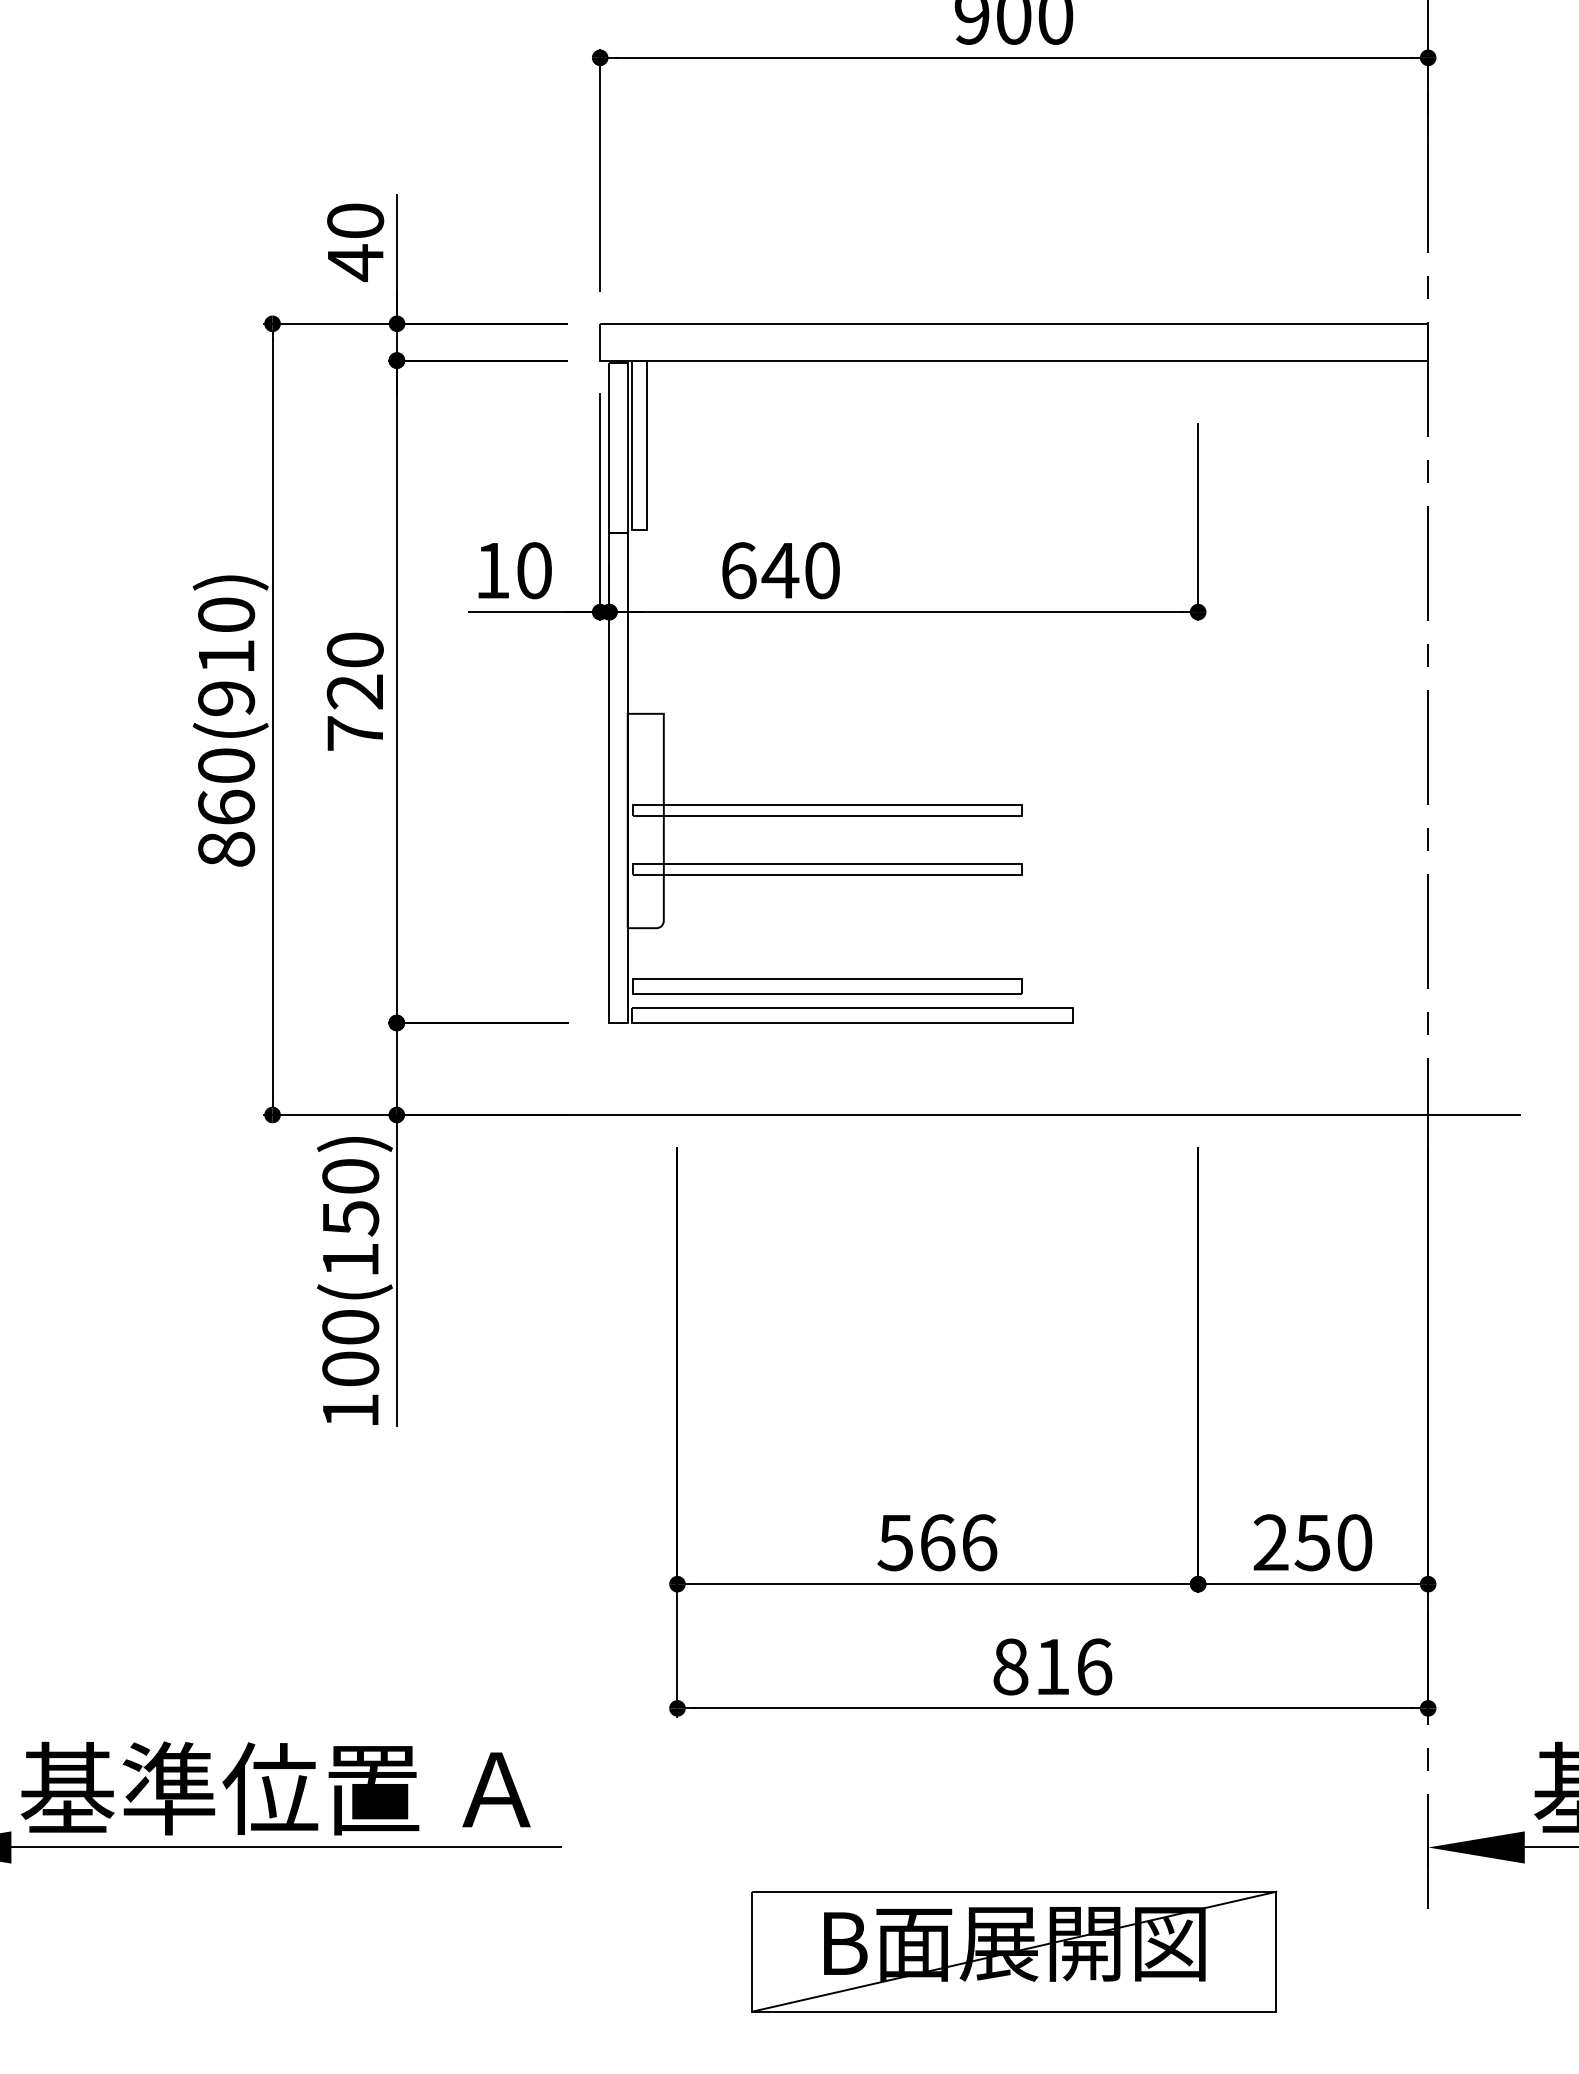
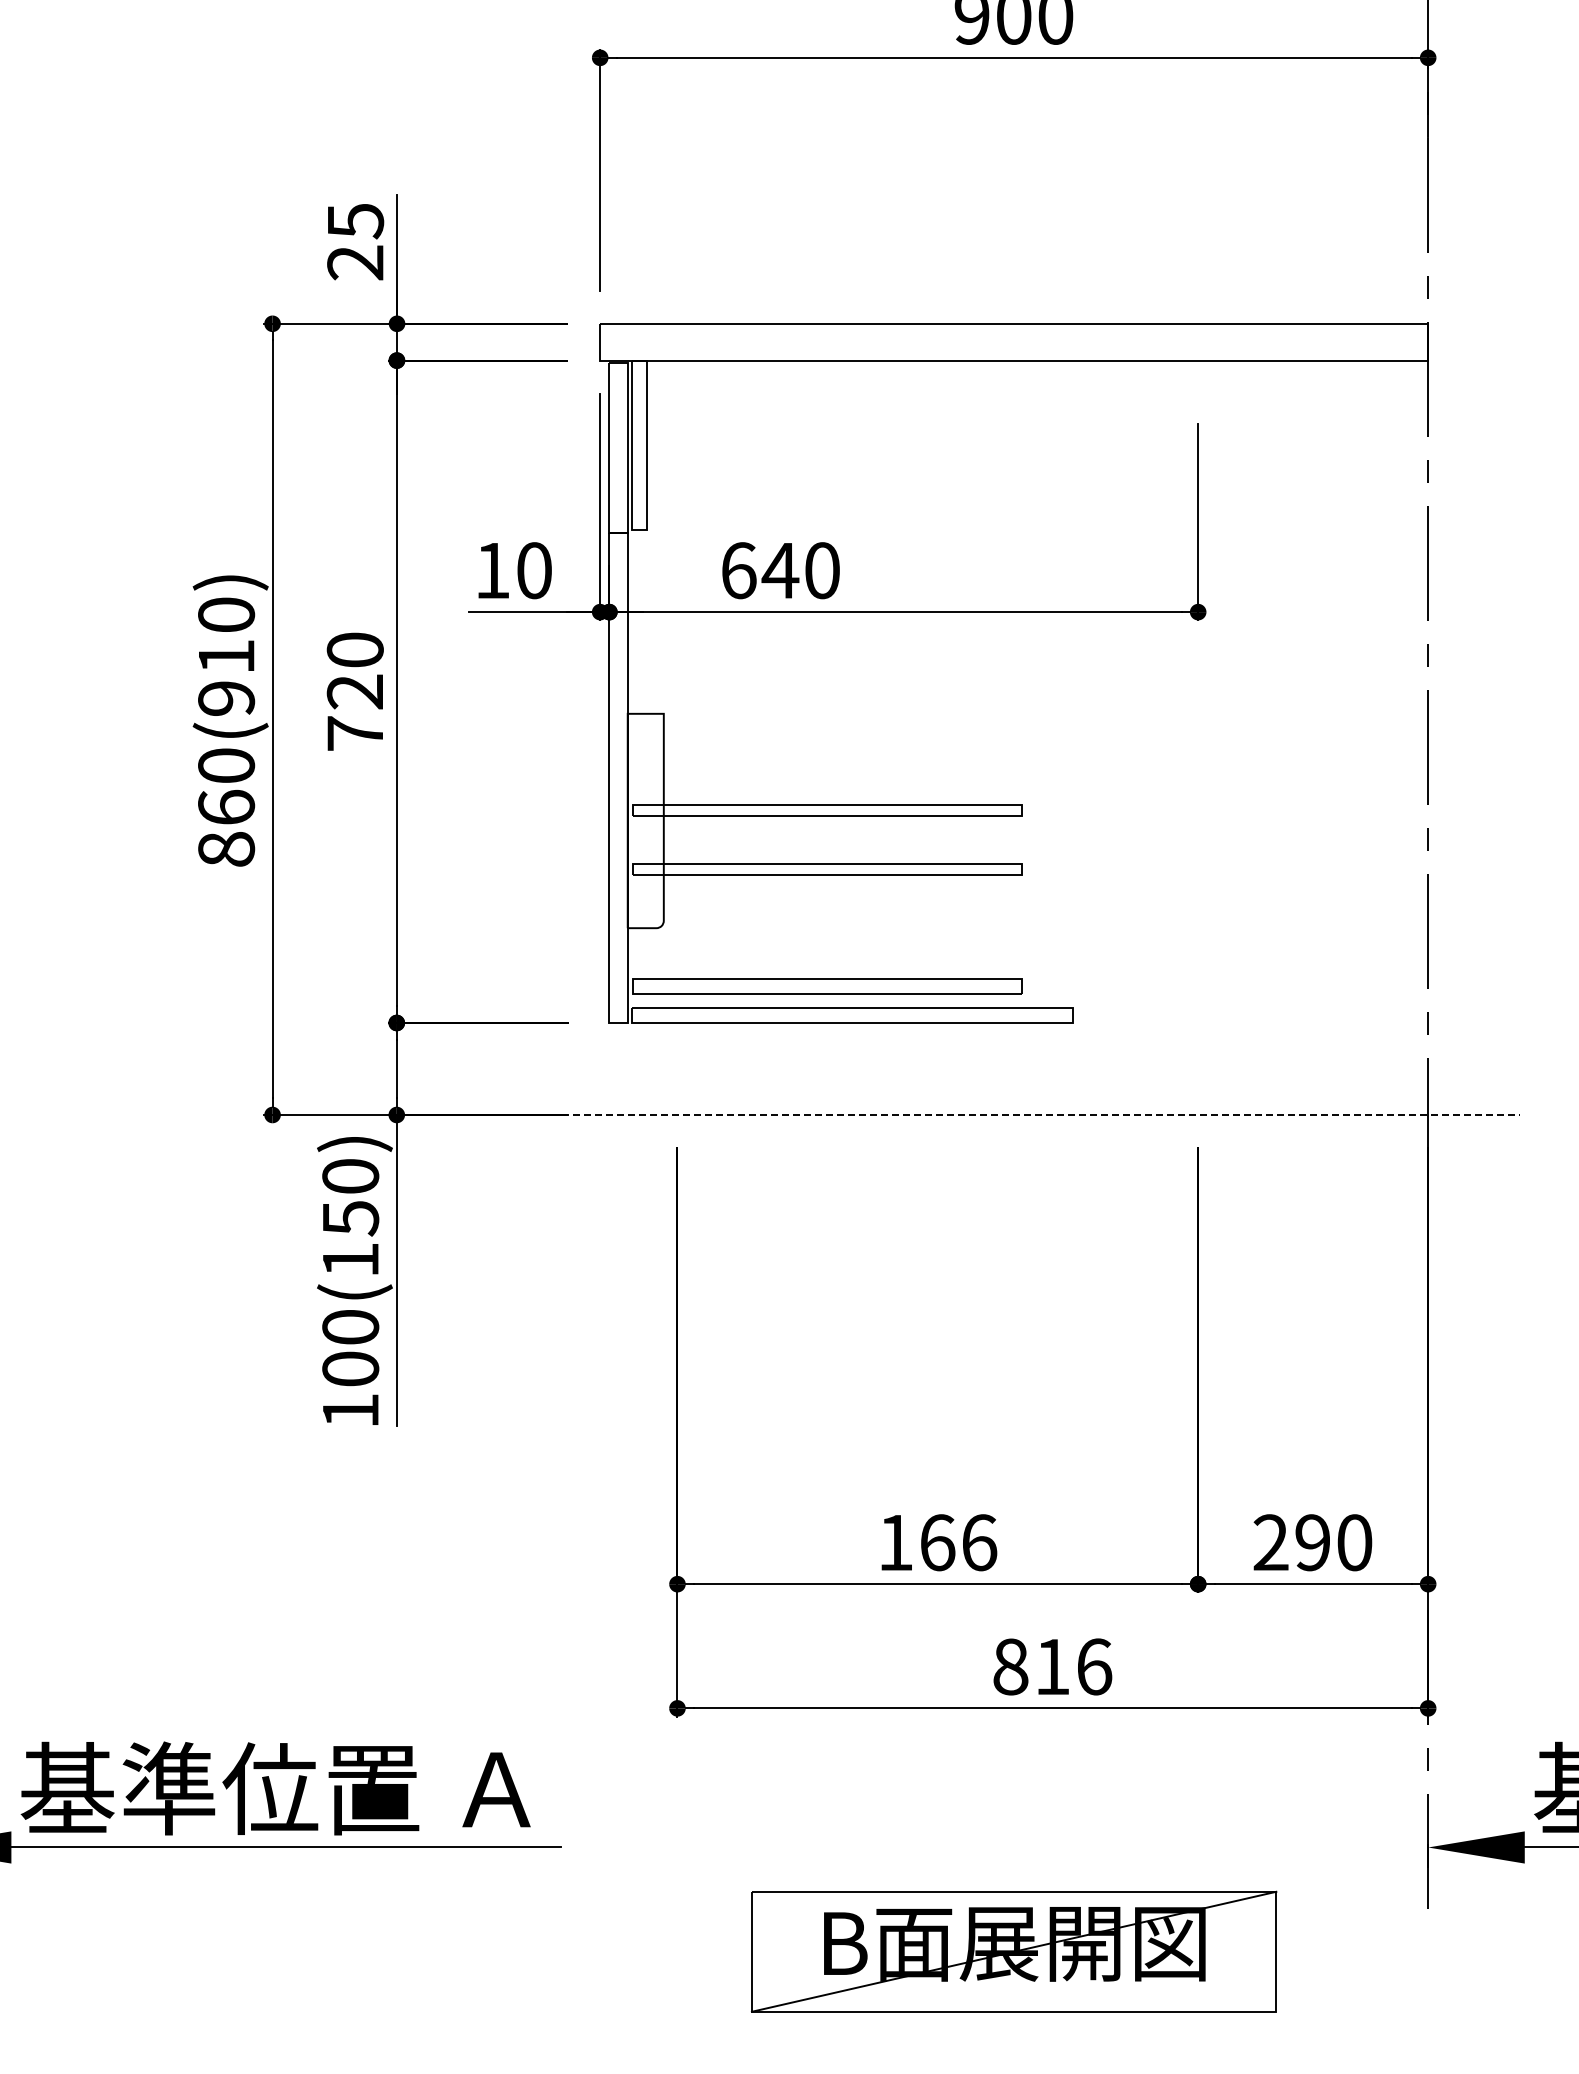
text at (355, 242): 40 -> 25
line at (1002, 1114): solid -> dashed
text at (1311, 1542): 250 -> 290
text at (894, 1543): 566 -> 166
